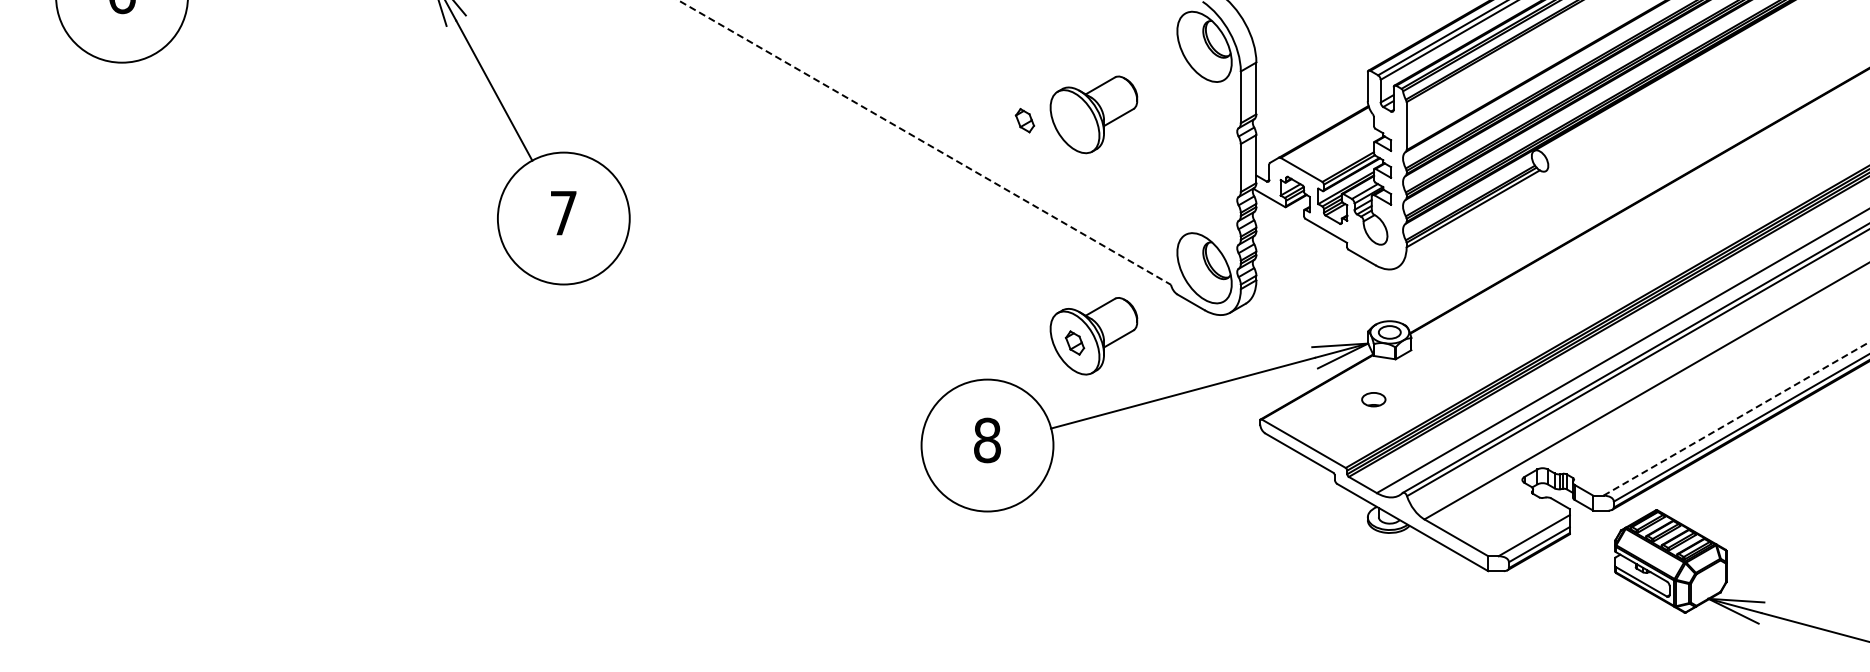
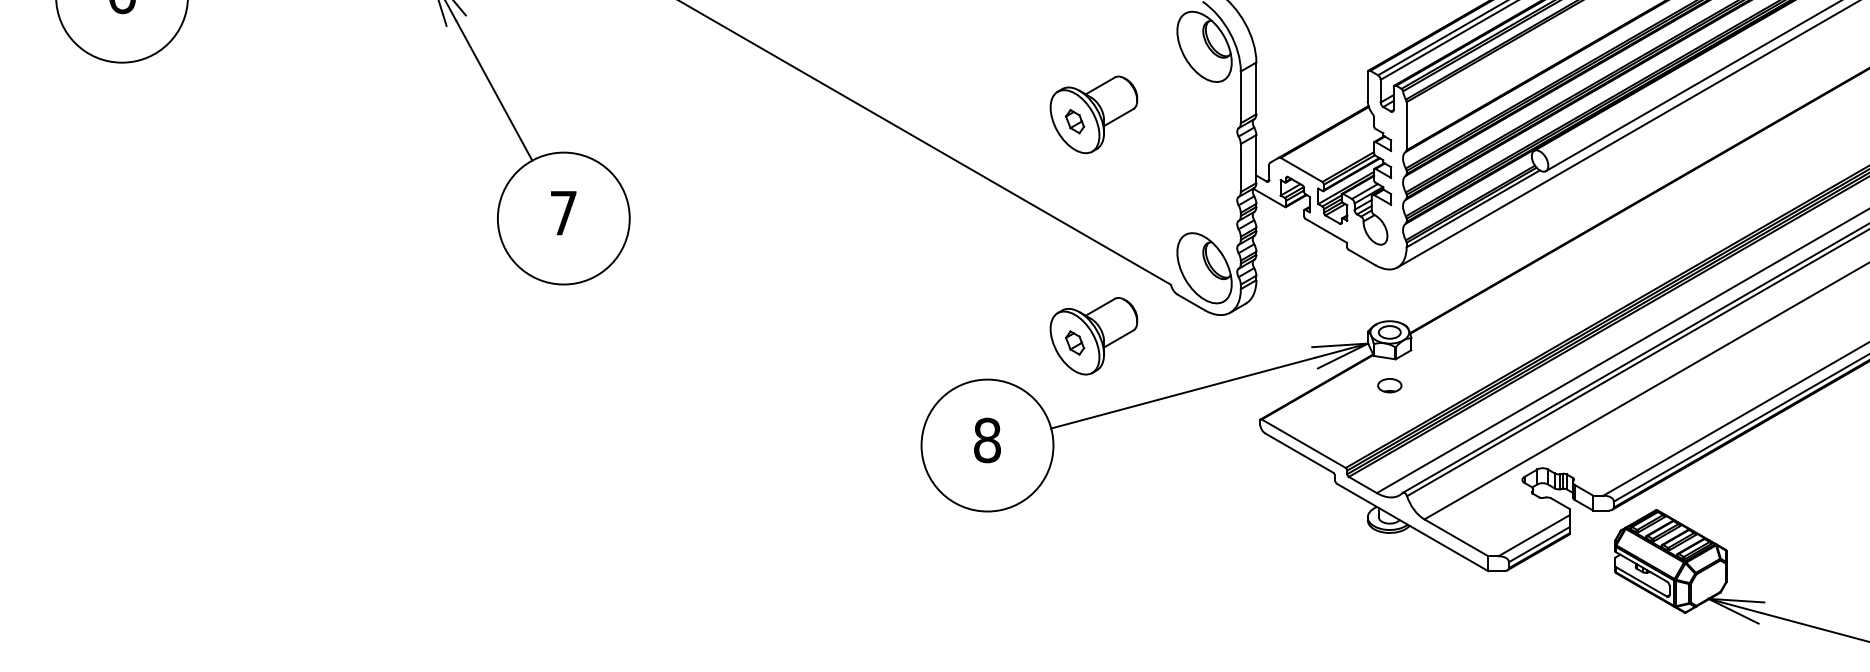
line at (1691, 86): none -> present
part at (1024, 120) position: (1024, 120) -> (1074, 121)
line at (1626, 134): none -> present
line at (925, 142): dashed -> solid
part at (1373, 399) position: (1373, 399) -> (1389, 385)
line at (1736, 418): dashed -> solid
